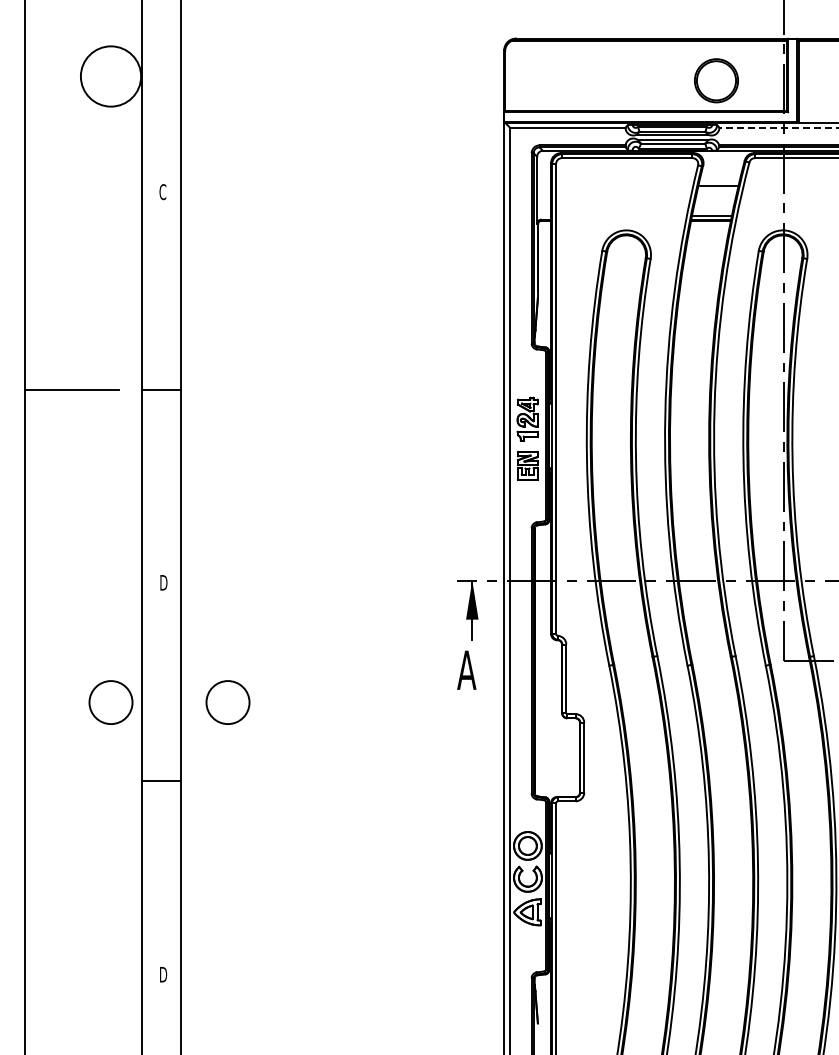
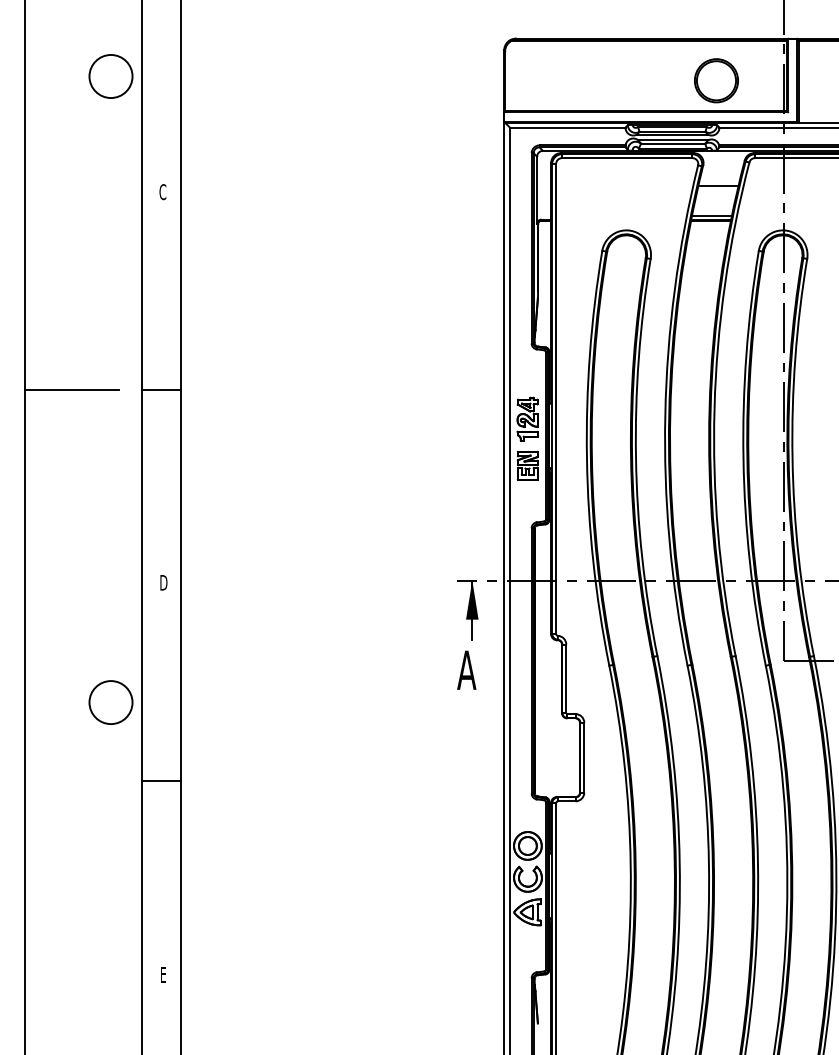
circle at (110, 76) diameter: 60 px -> 43 px
line at (778, 127): dashed -> solid
circle at (227, 702): present -> none
text at (163, 974): D -> E
